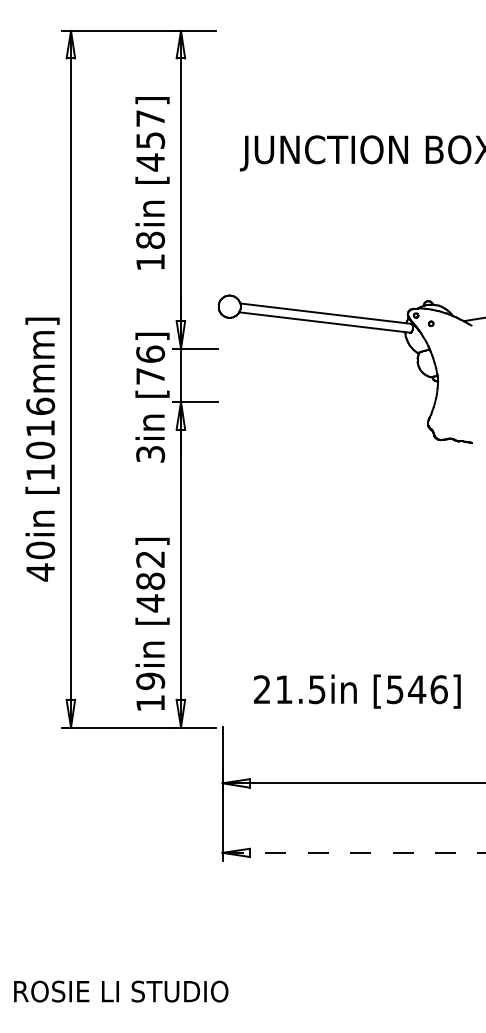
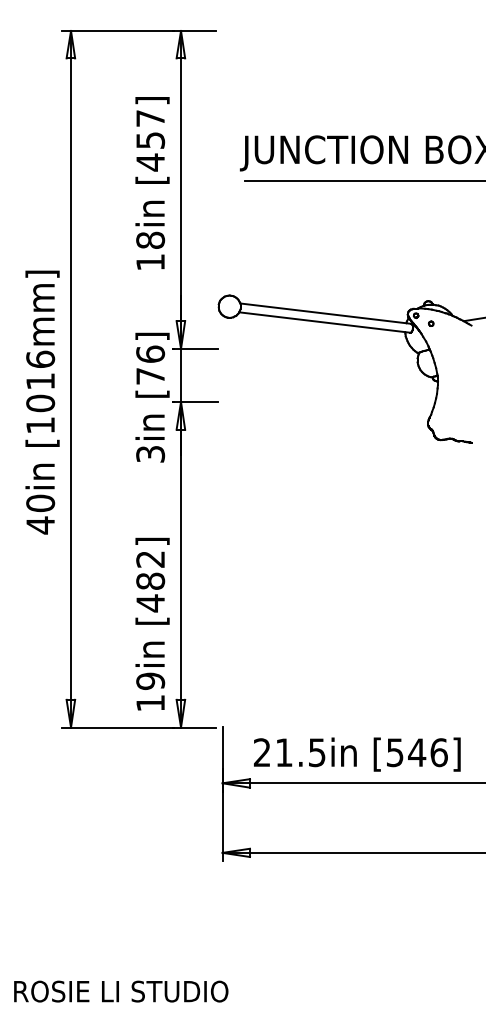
line at (363, 180): none -> present
text at (42, 449) position: (42, 449) -> (42, 402)
text at (357, 691) position: (357, 691) -> (357, 754)
line at (354, 852): dashed -> solid
